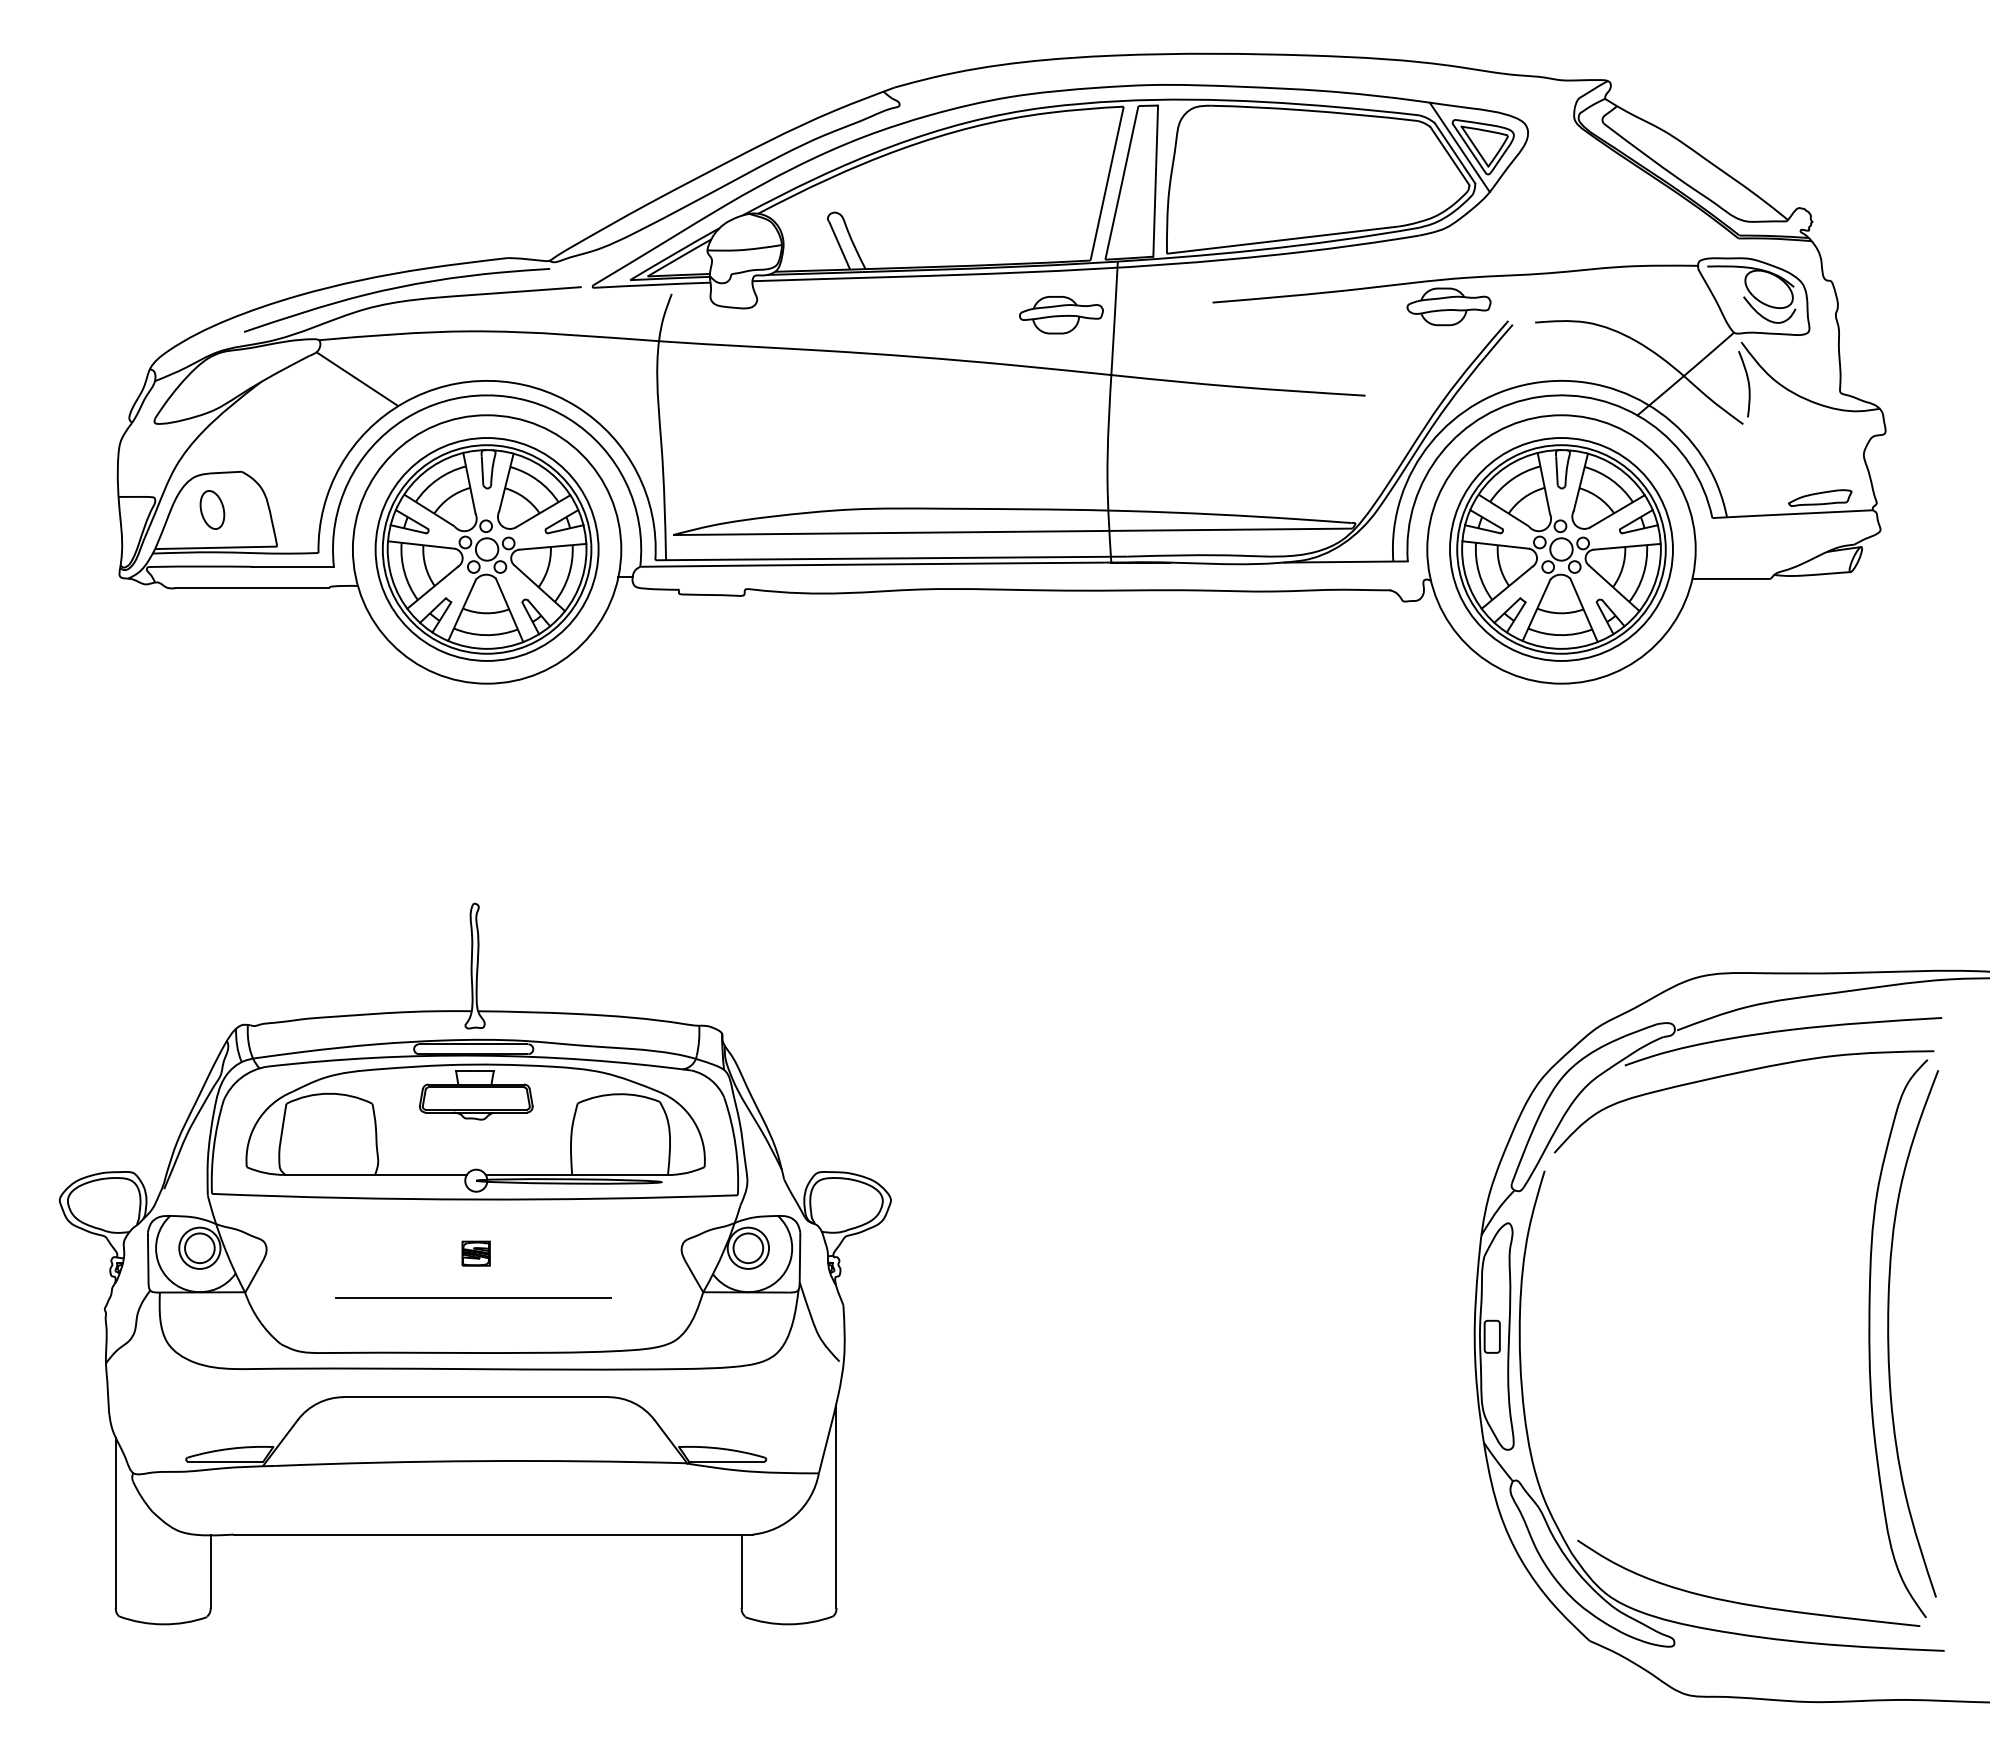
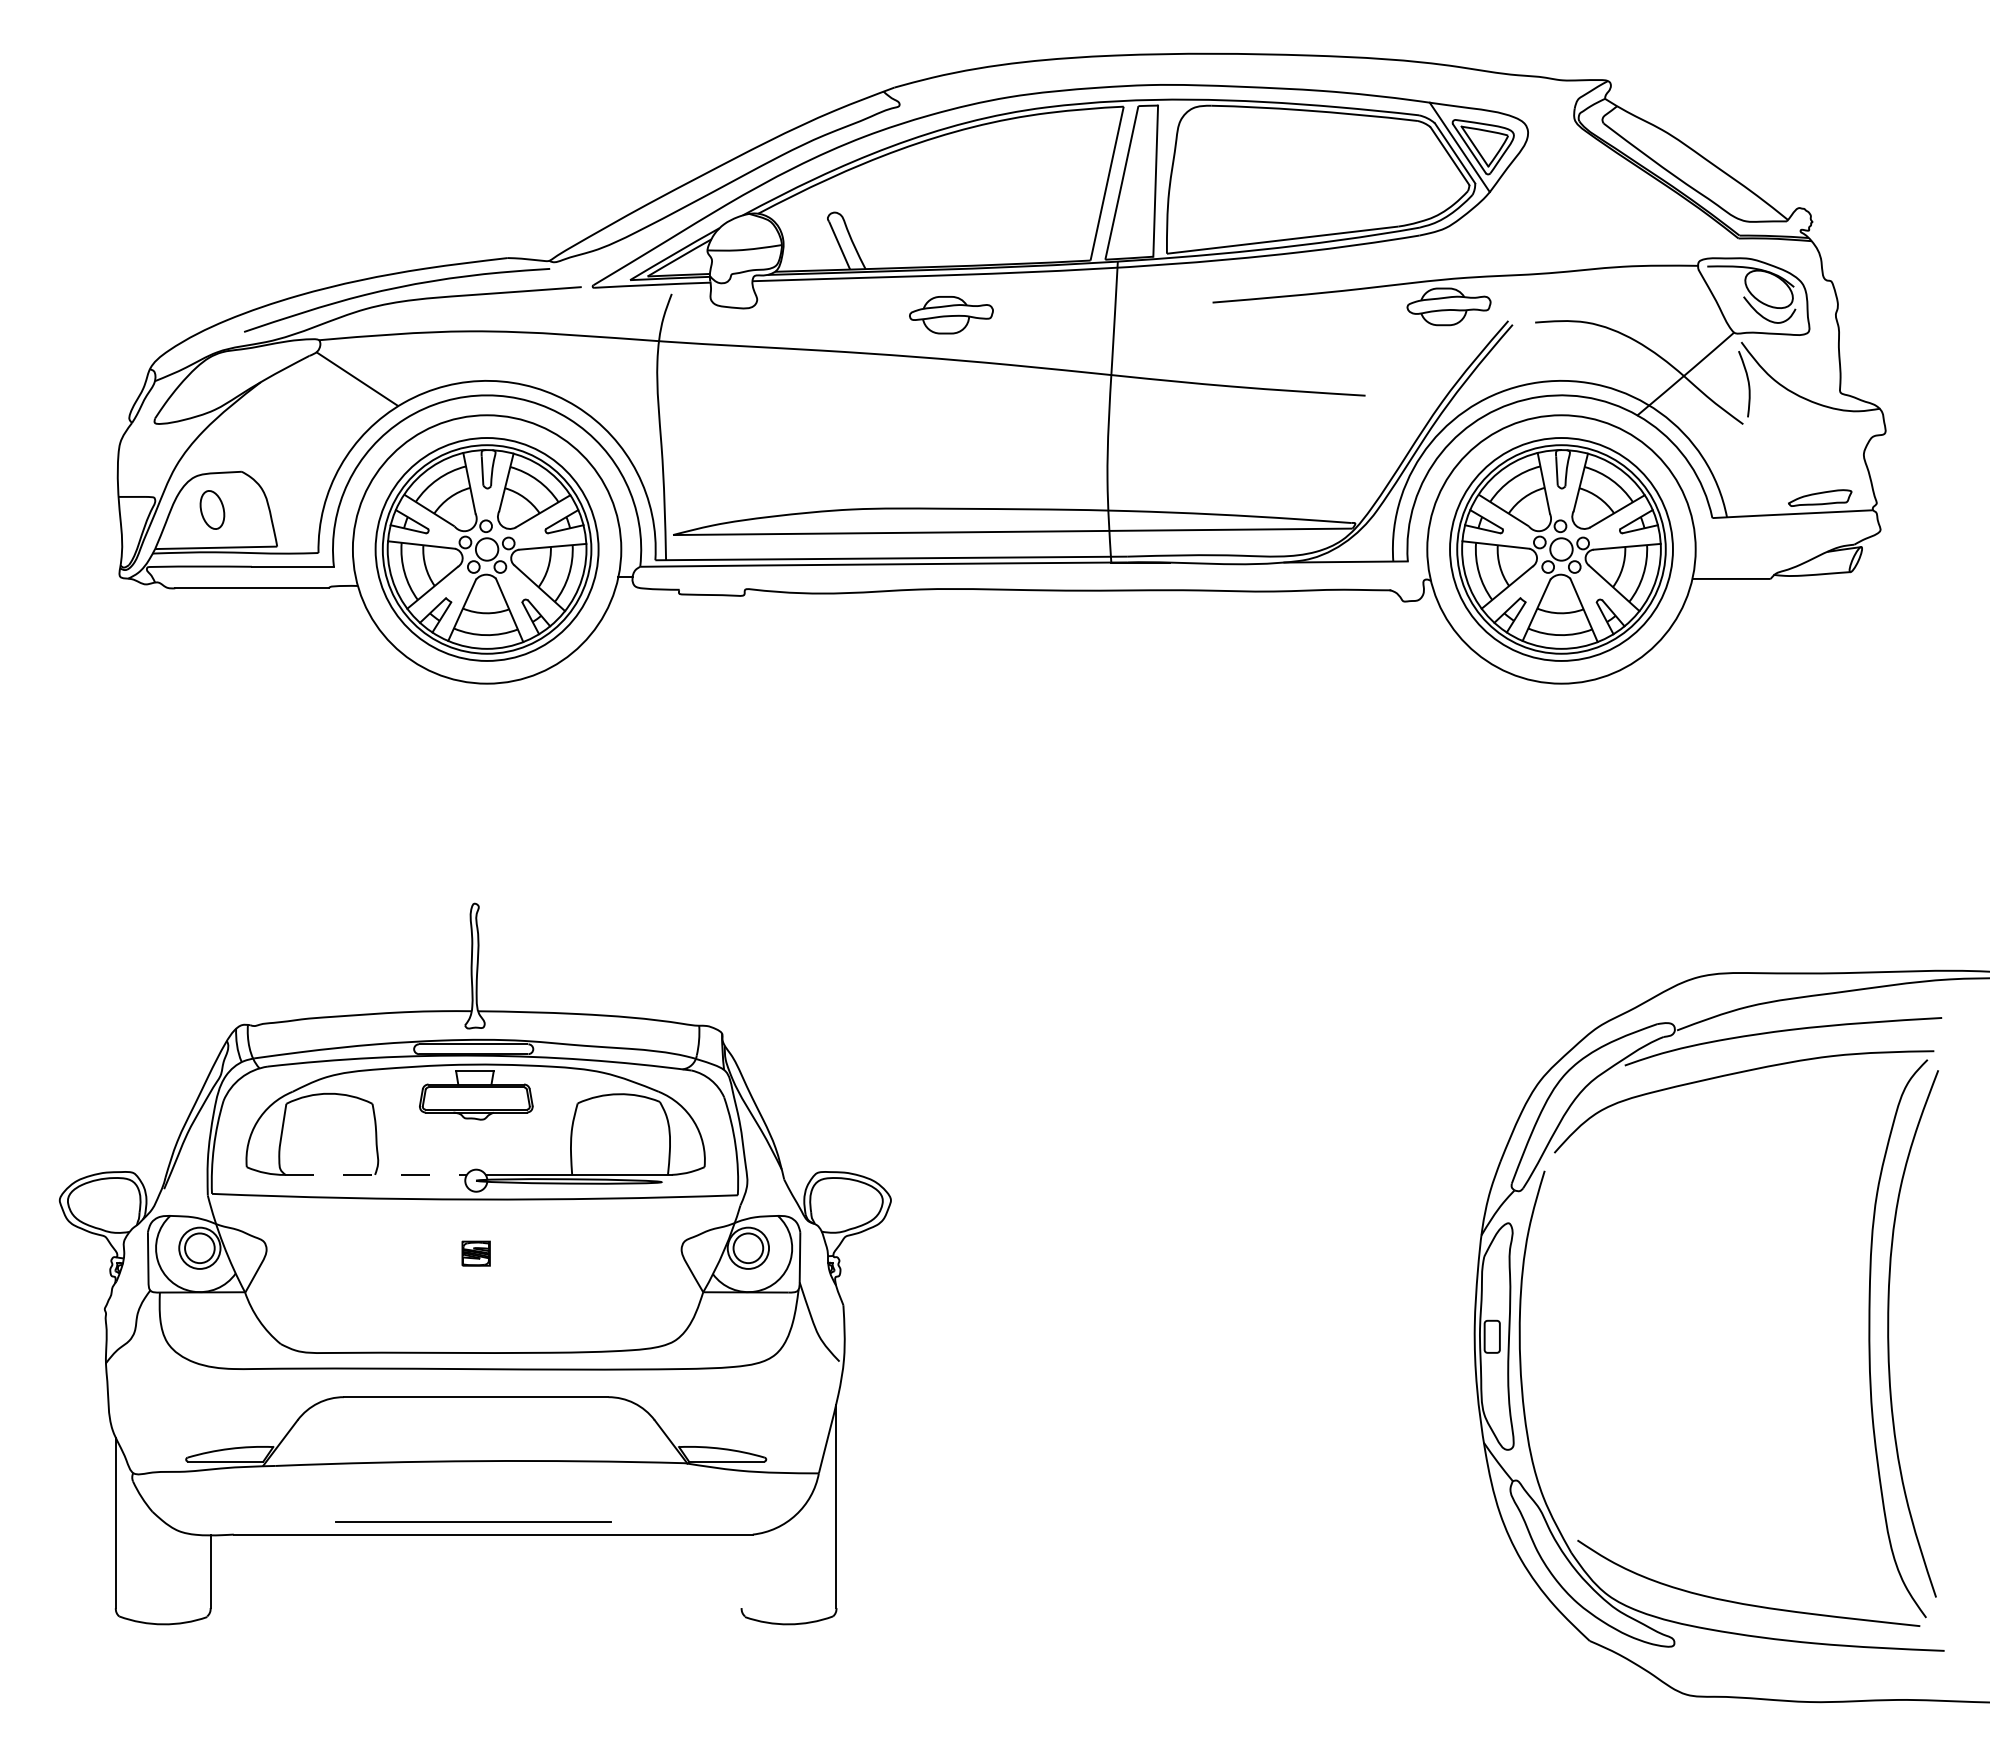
part at (1061, 315) position: (1061, 315) -> (951, 315)
line at (376, 1174): solid -> dashed
line at (473, 1297) position: (473, 1297) -> (473, 1521)
line at (741, 1572): present -> none
